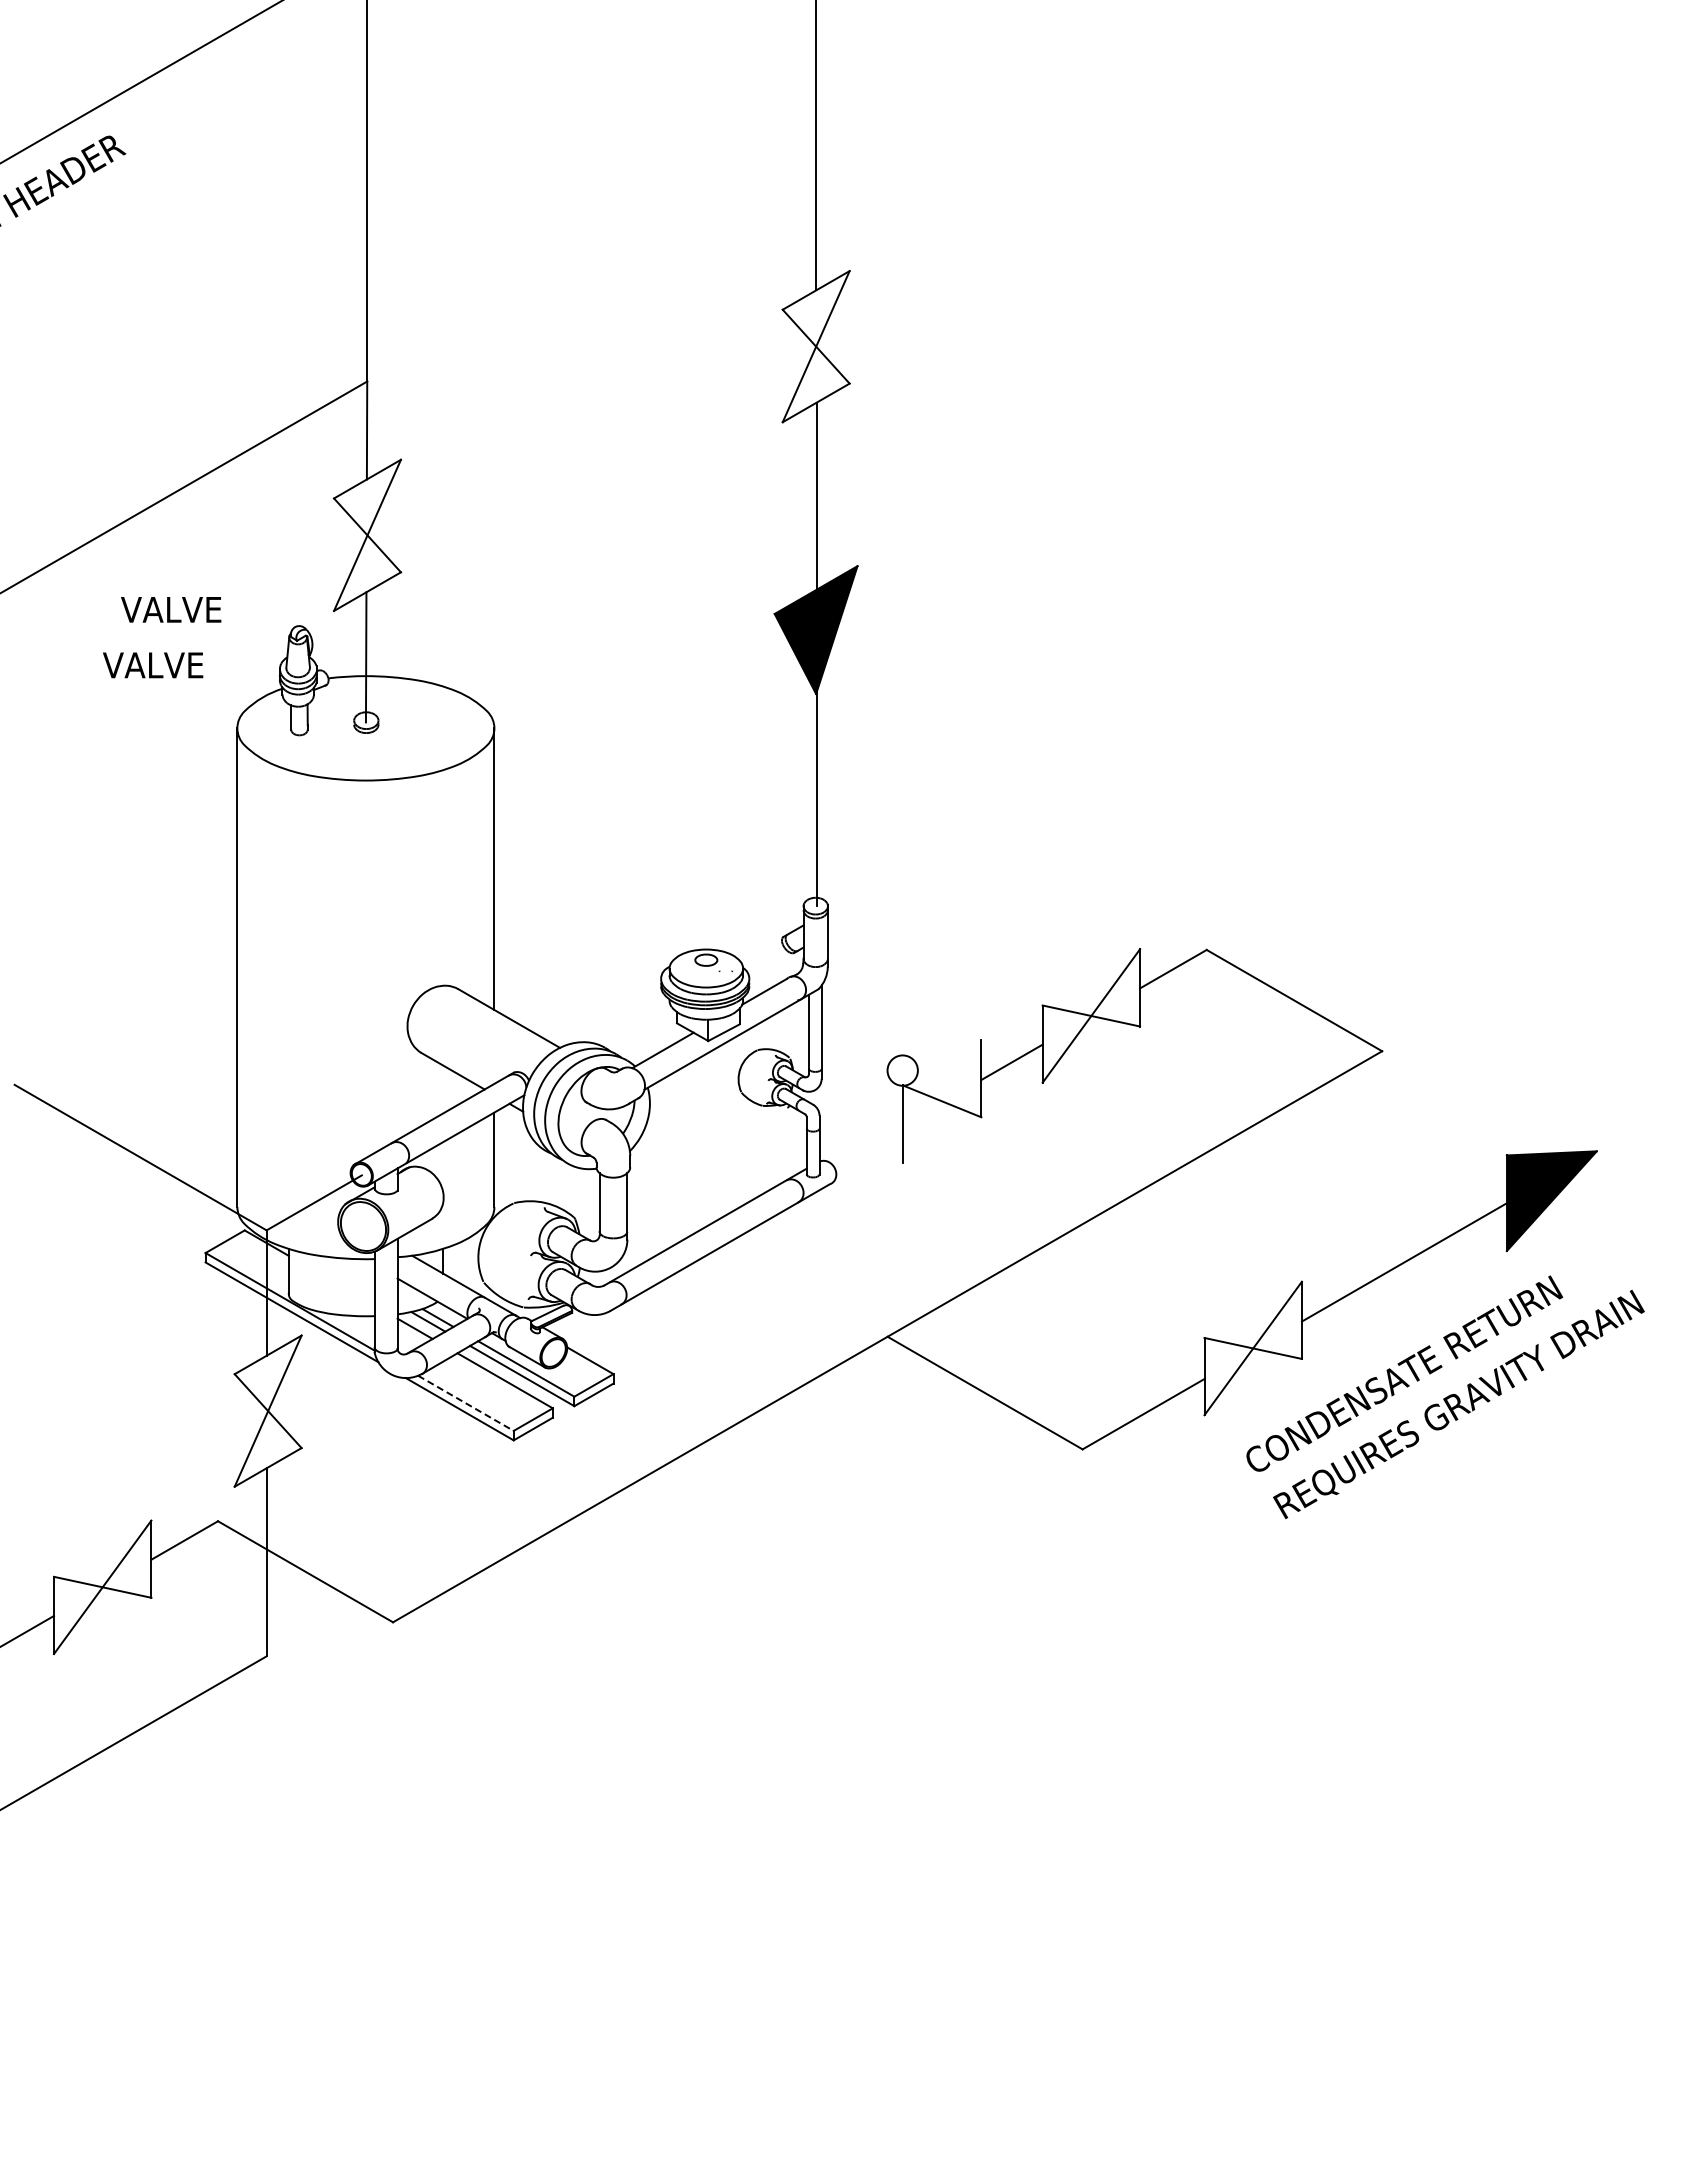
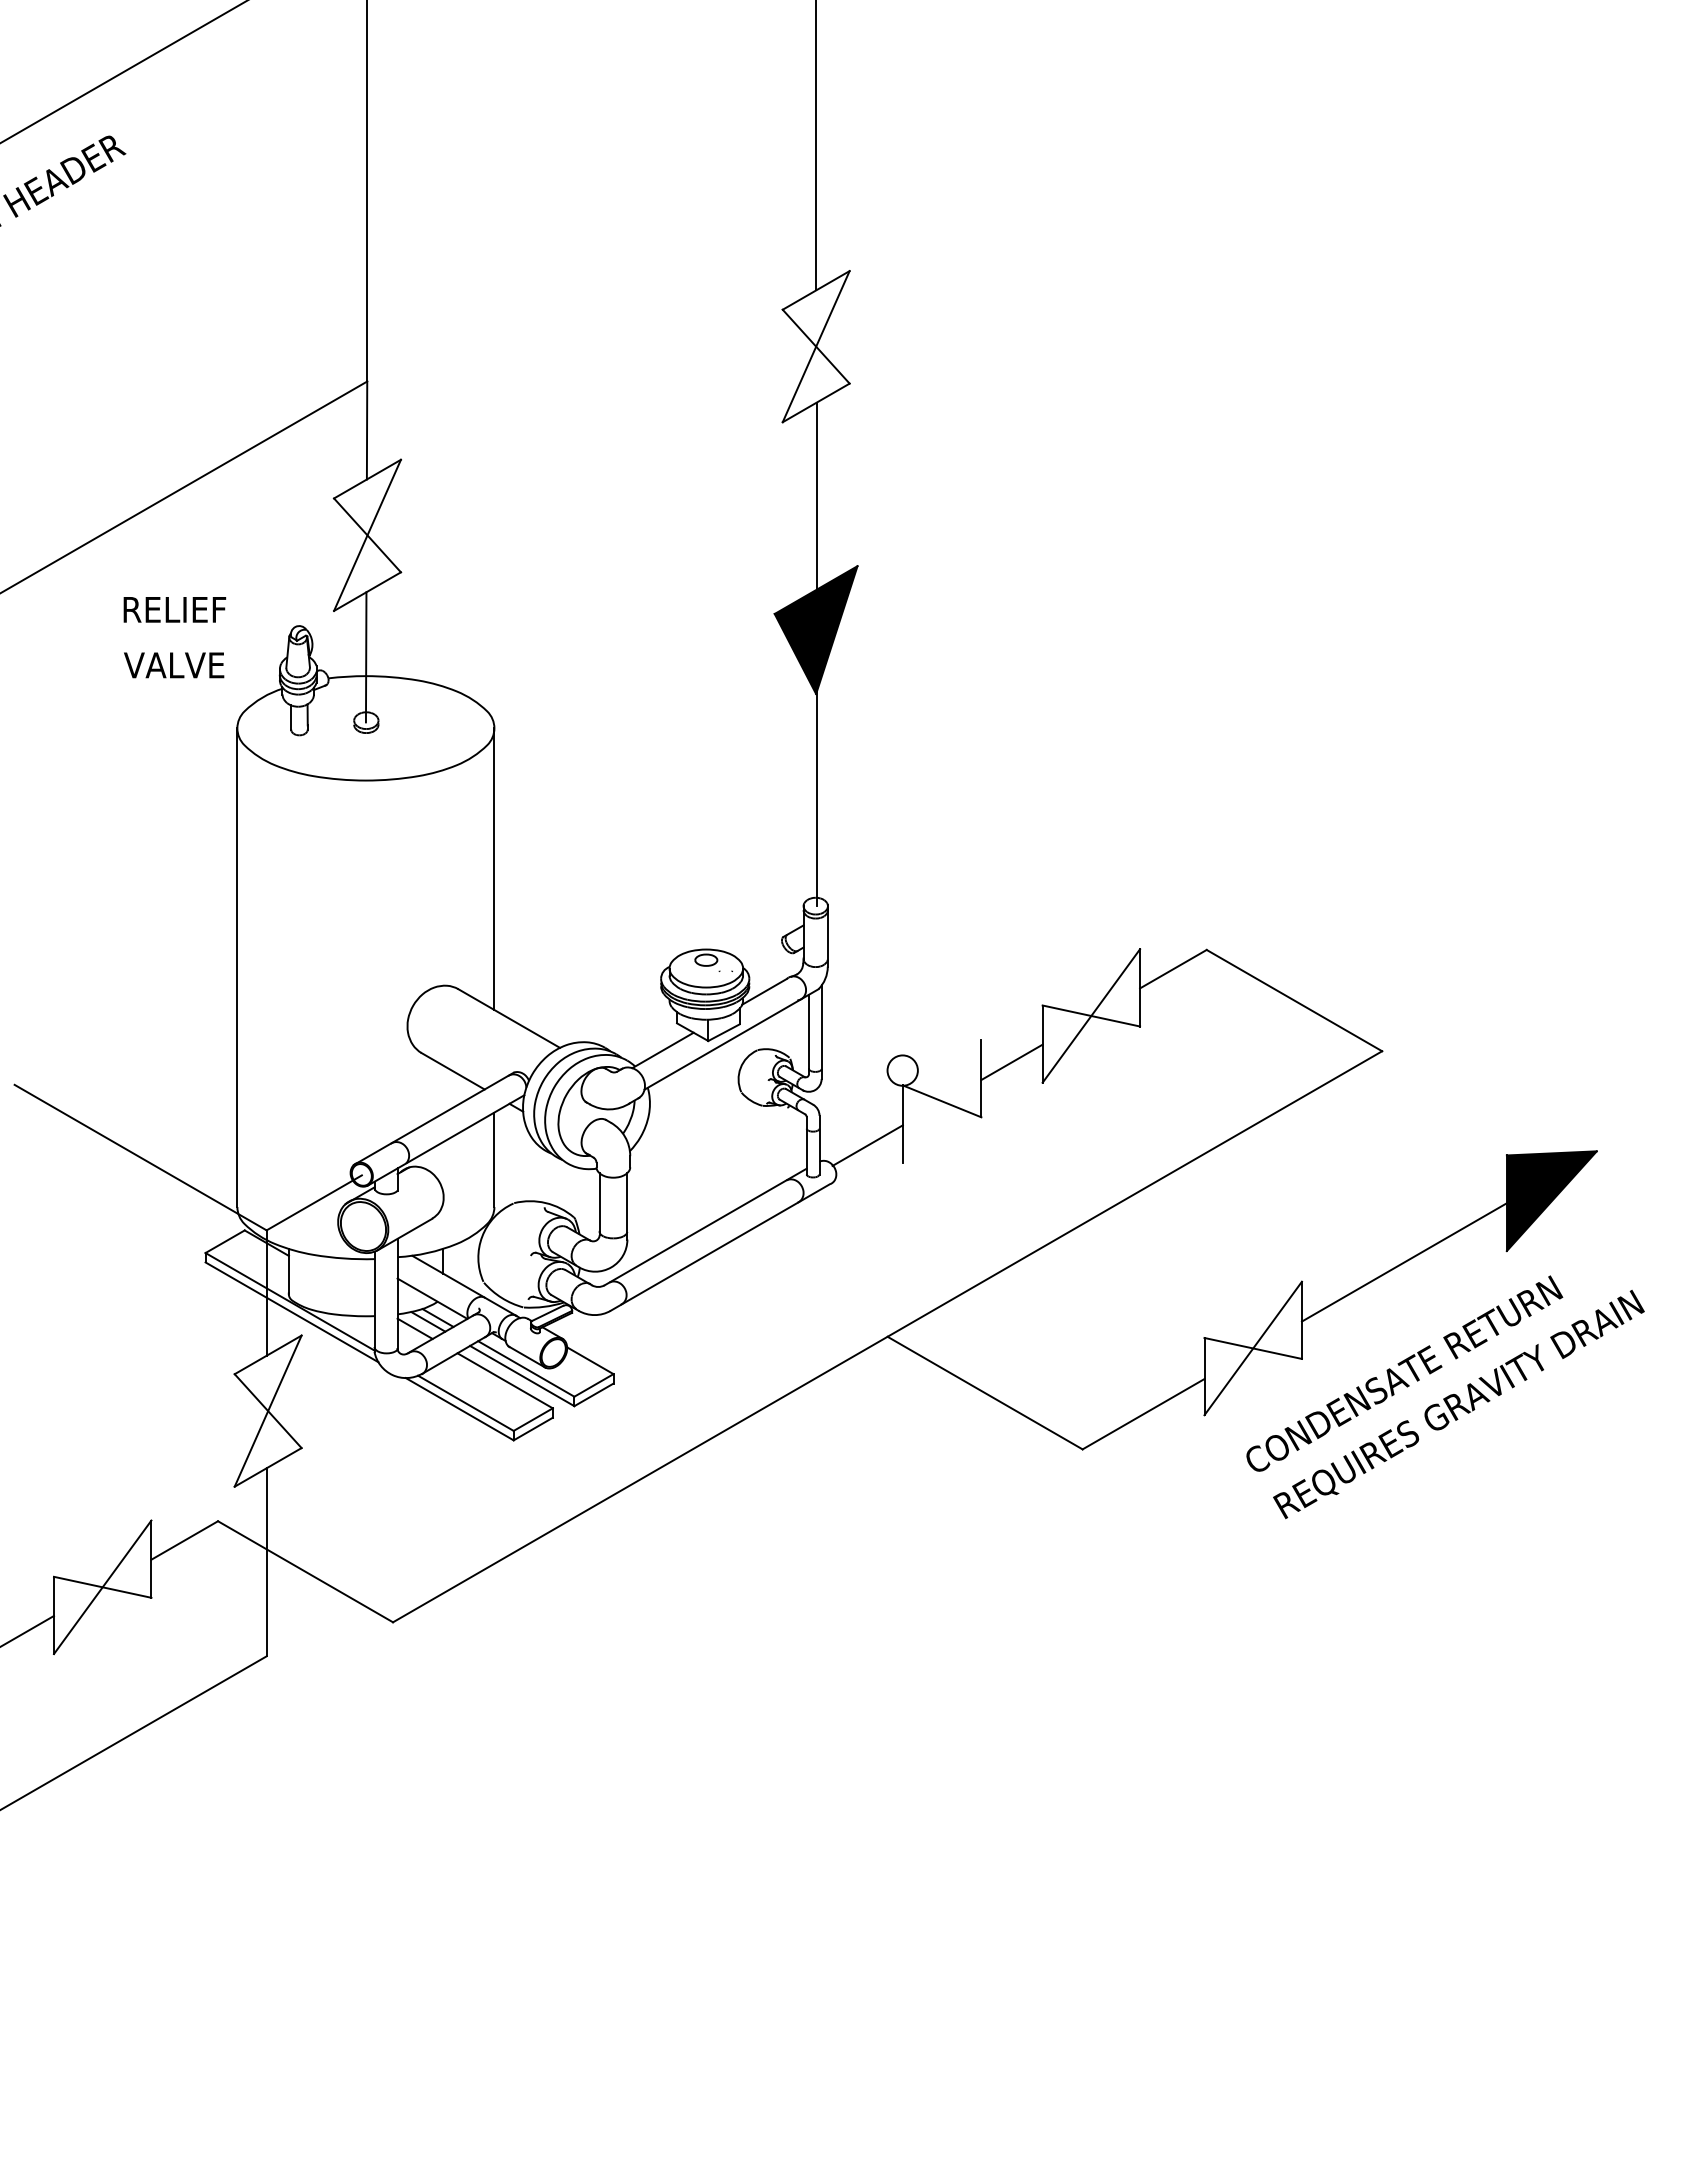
line at (140, 82) position: (140, 82) -> (123, 72)
text at (173, 609): VALVE -> RELIEF
text at (153, 665) position: (153, 665) -> (174, 665)
line at (867, 1145): none -> present
line at (466, 1403): dashed -> solid
